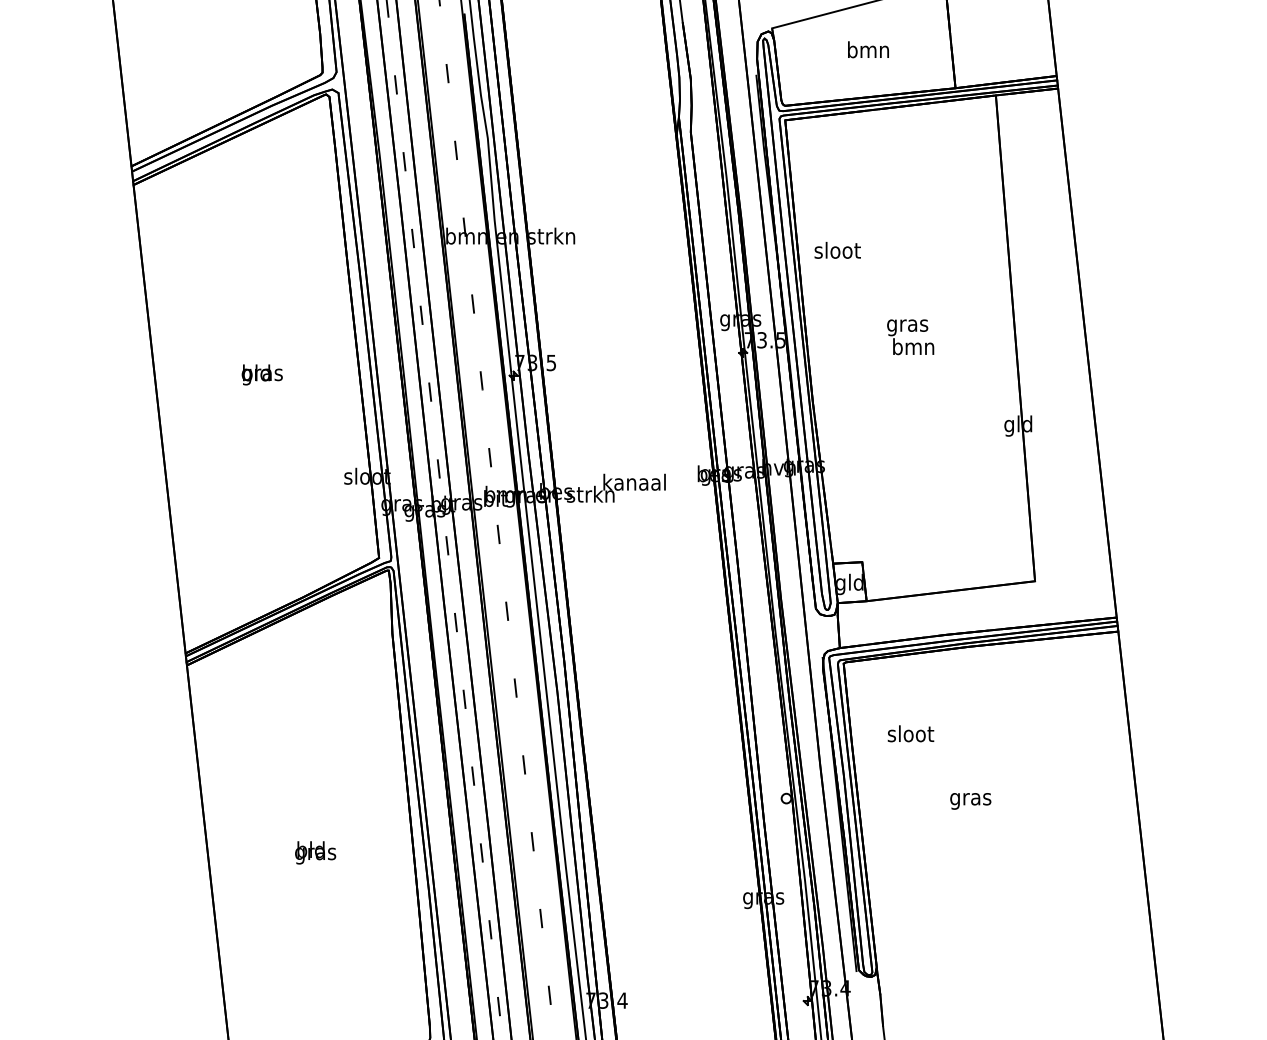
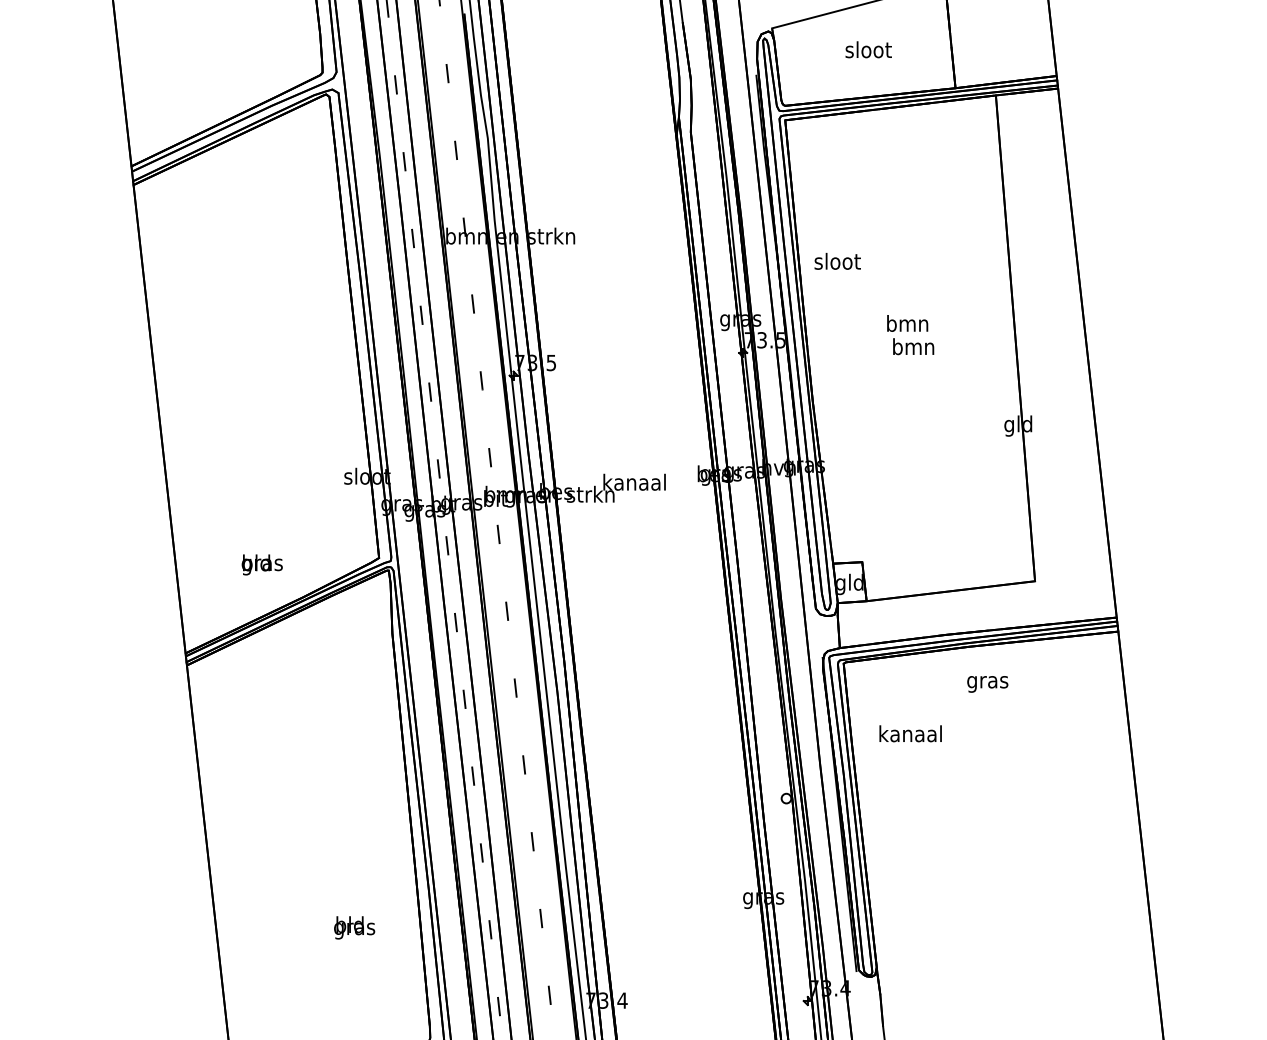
text at (868, 49): bmn -> sloot
text at (837, 249) position: (837, 249) -> (837, 260)
text at (907, 325): gras -> bmn
text at (261, 374) position: (261, 374) -> (261, 564)
text at (910, 733): sloot -> kanaal
text at (970, 801) position: (970, 801) -> (987, 684)
text at (315, 852) position: (315, 852) -> (354, 927)
